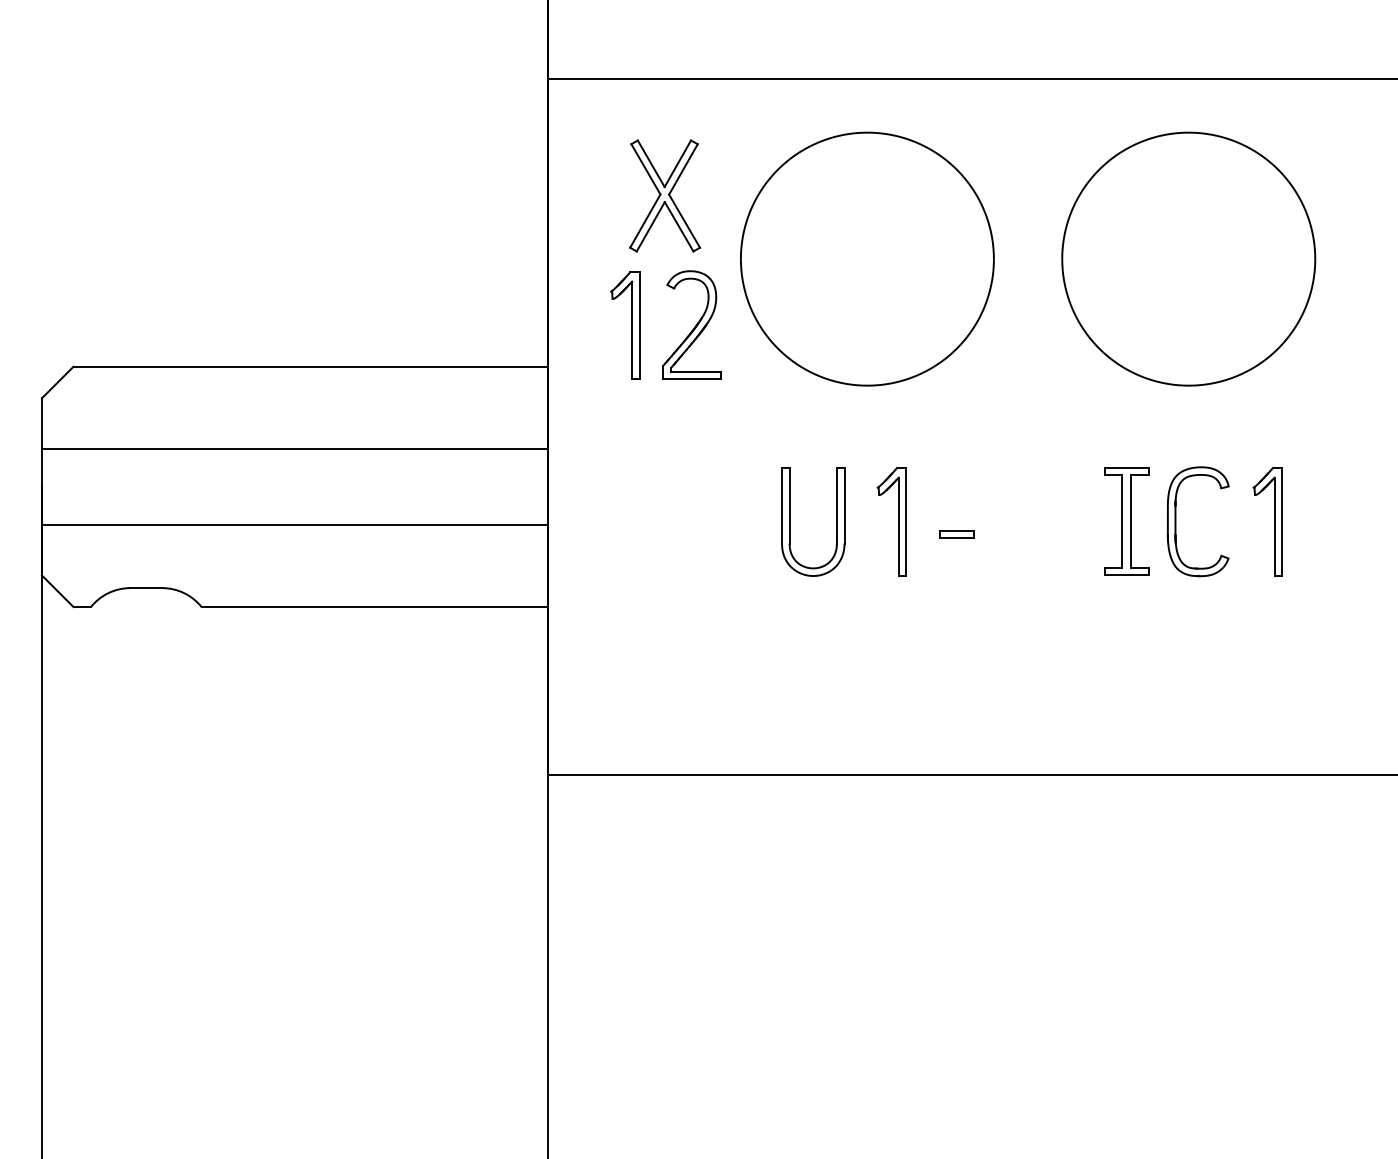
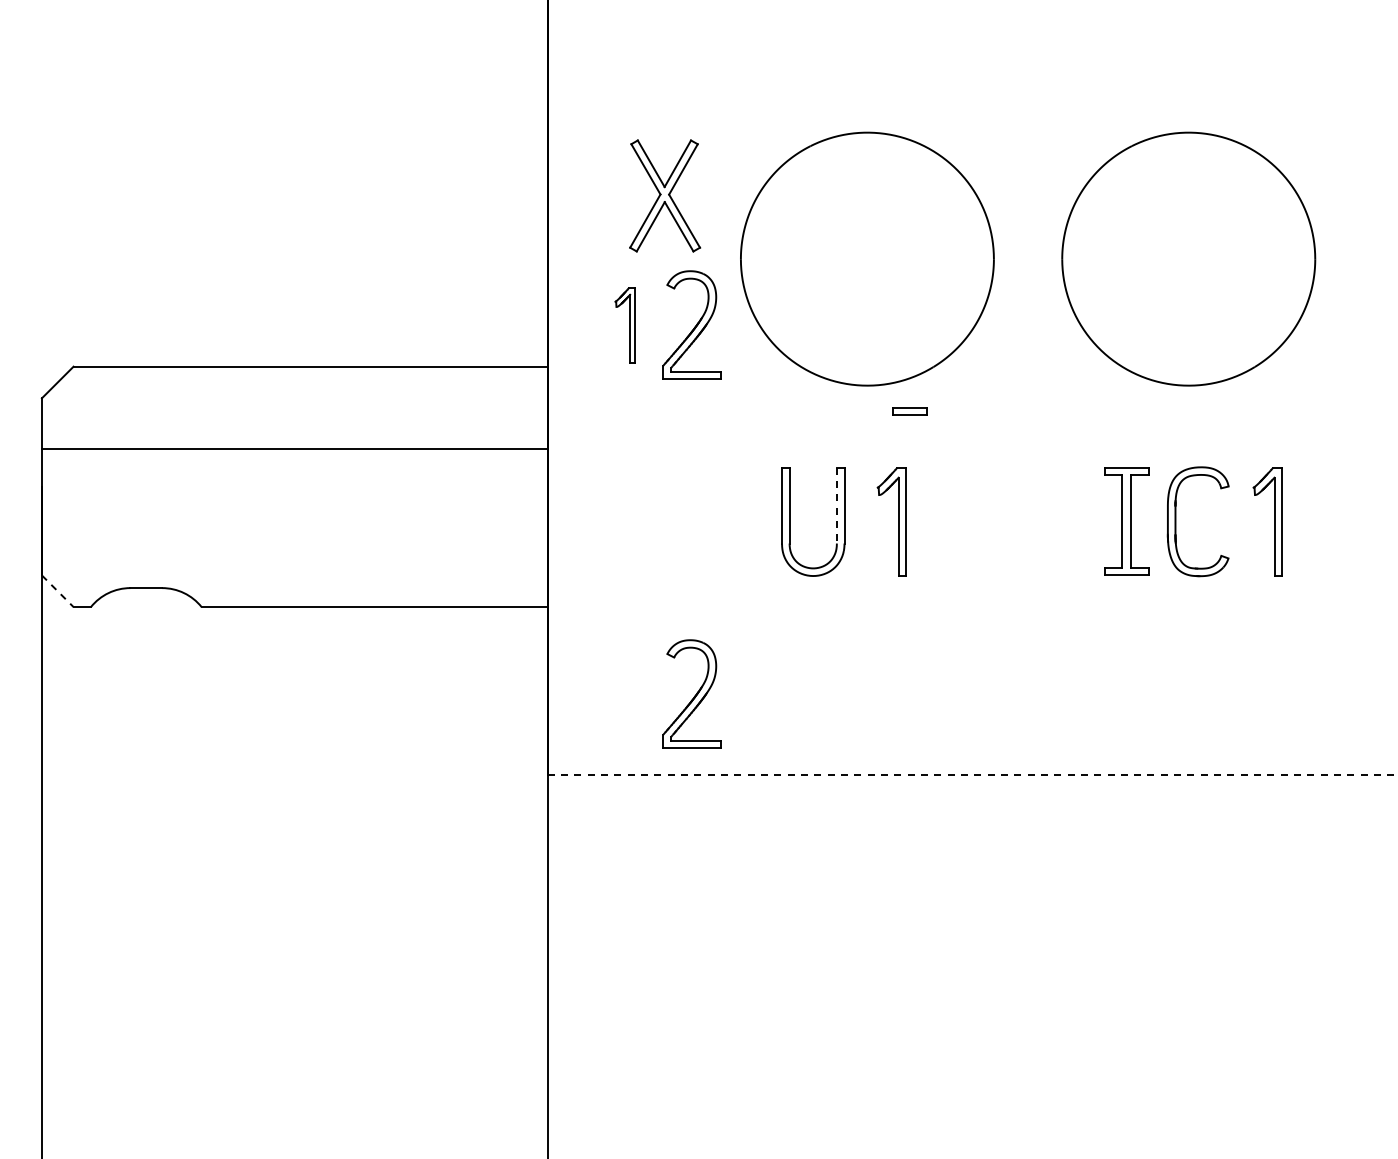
line at (970, 78): present -> none
part at (625, 325) size: 31x109 px -> 22x77 px
line at (836, 505): solid -> dashed
line at (294, 524): present -> none
part at (956, 534) position: (956, 534) -> (909, 411)
line at (58, 591): solid -> dashed
part at (691, 693): none -> present
line at (972, 774): solid -> dashed
